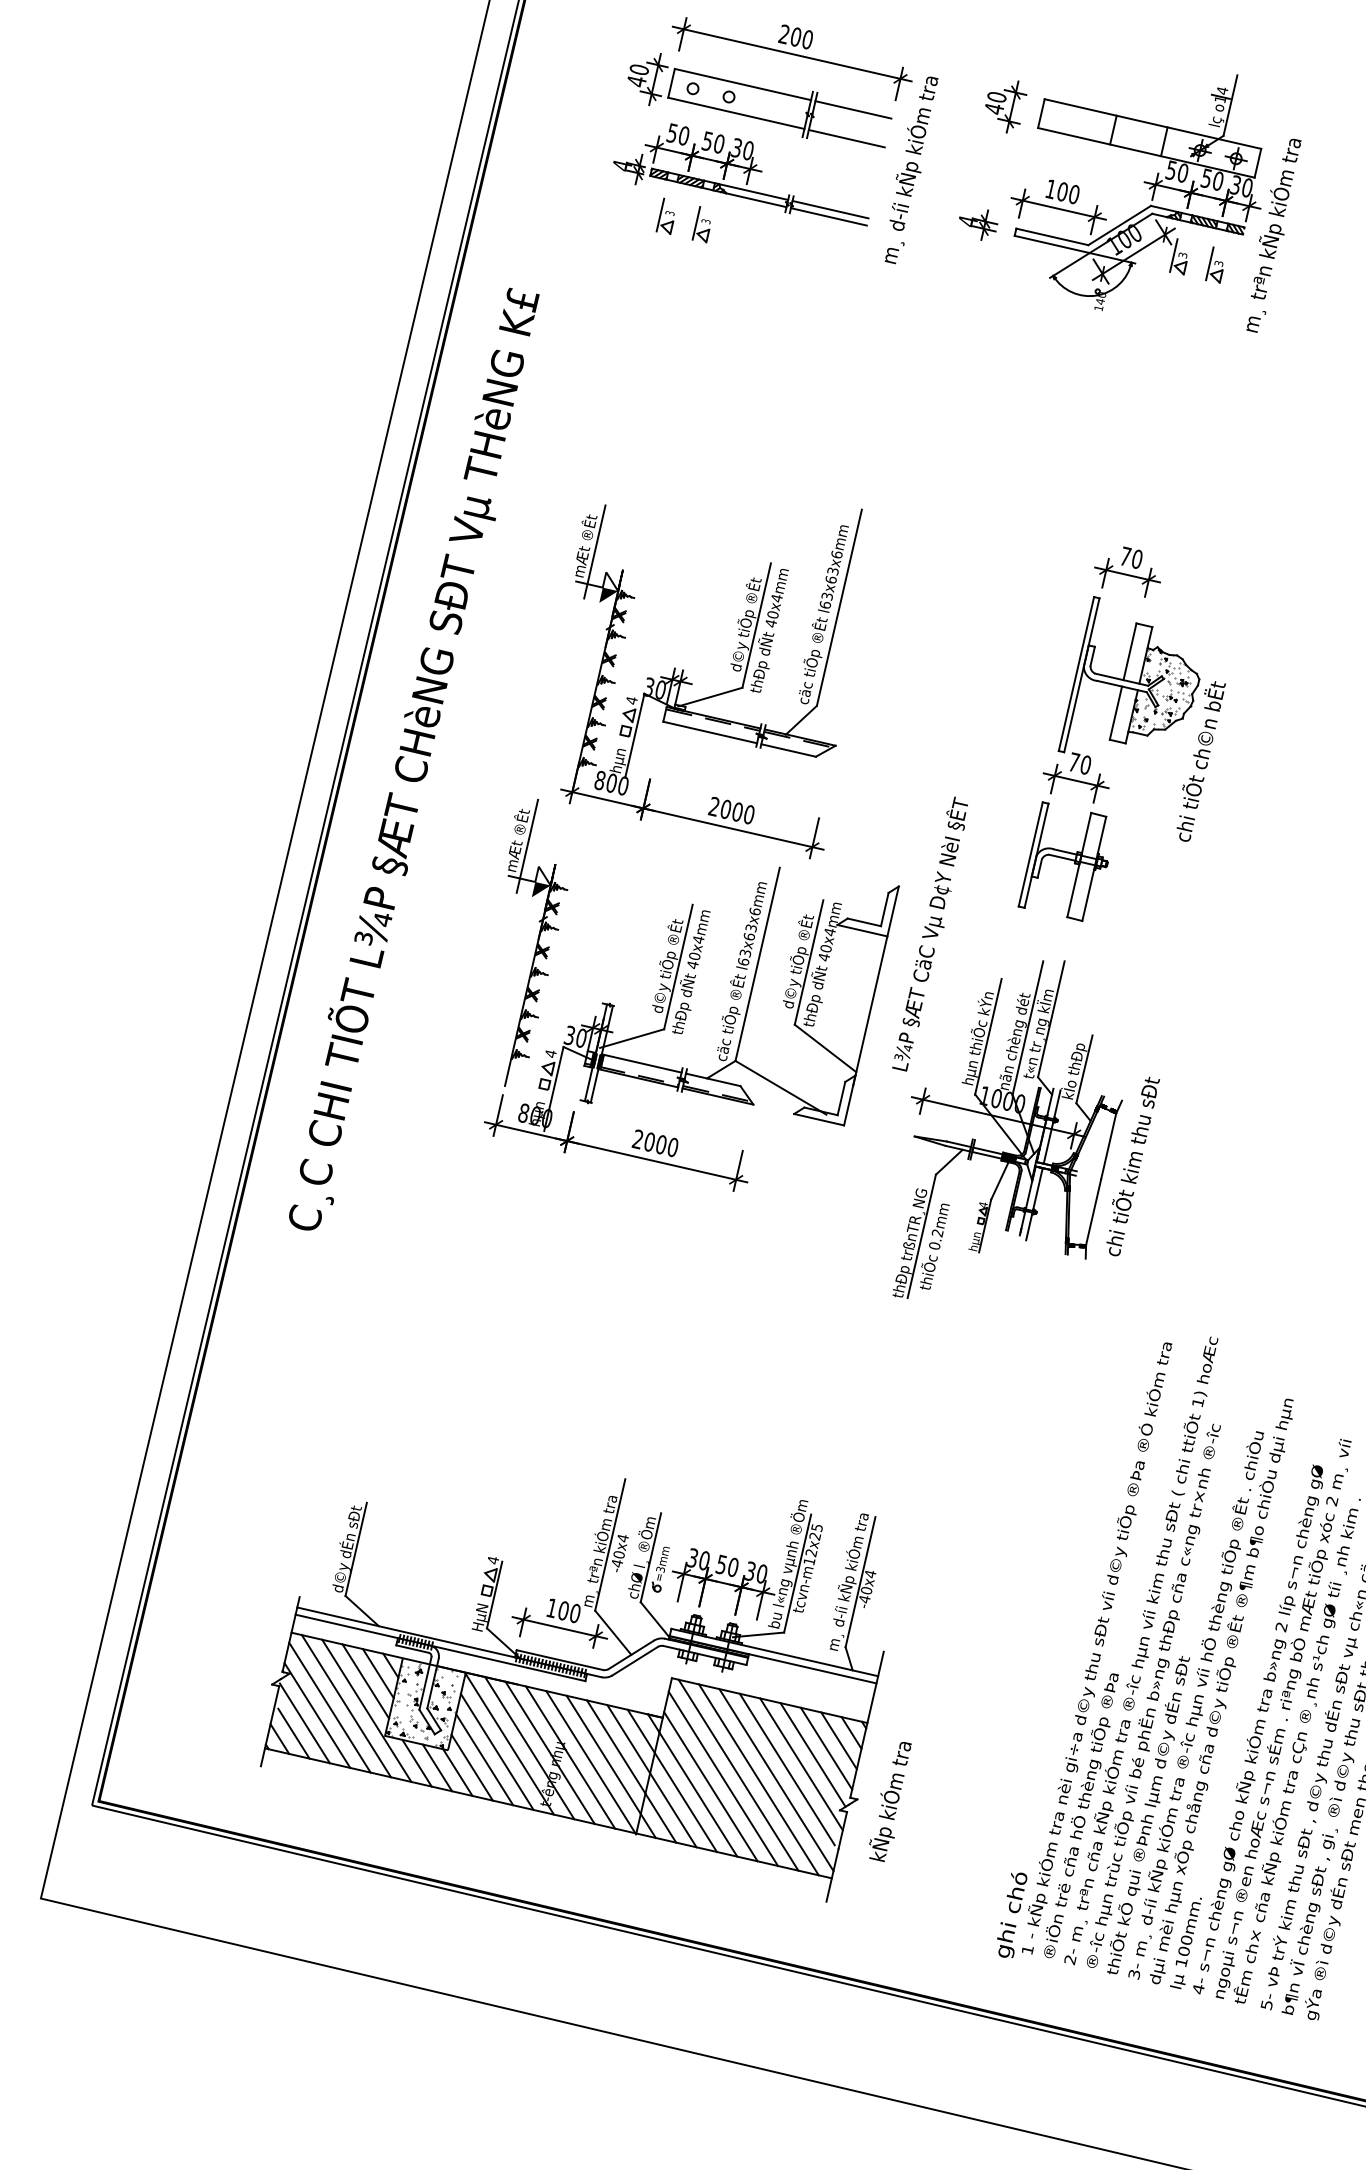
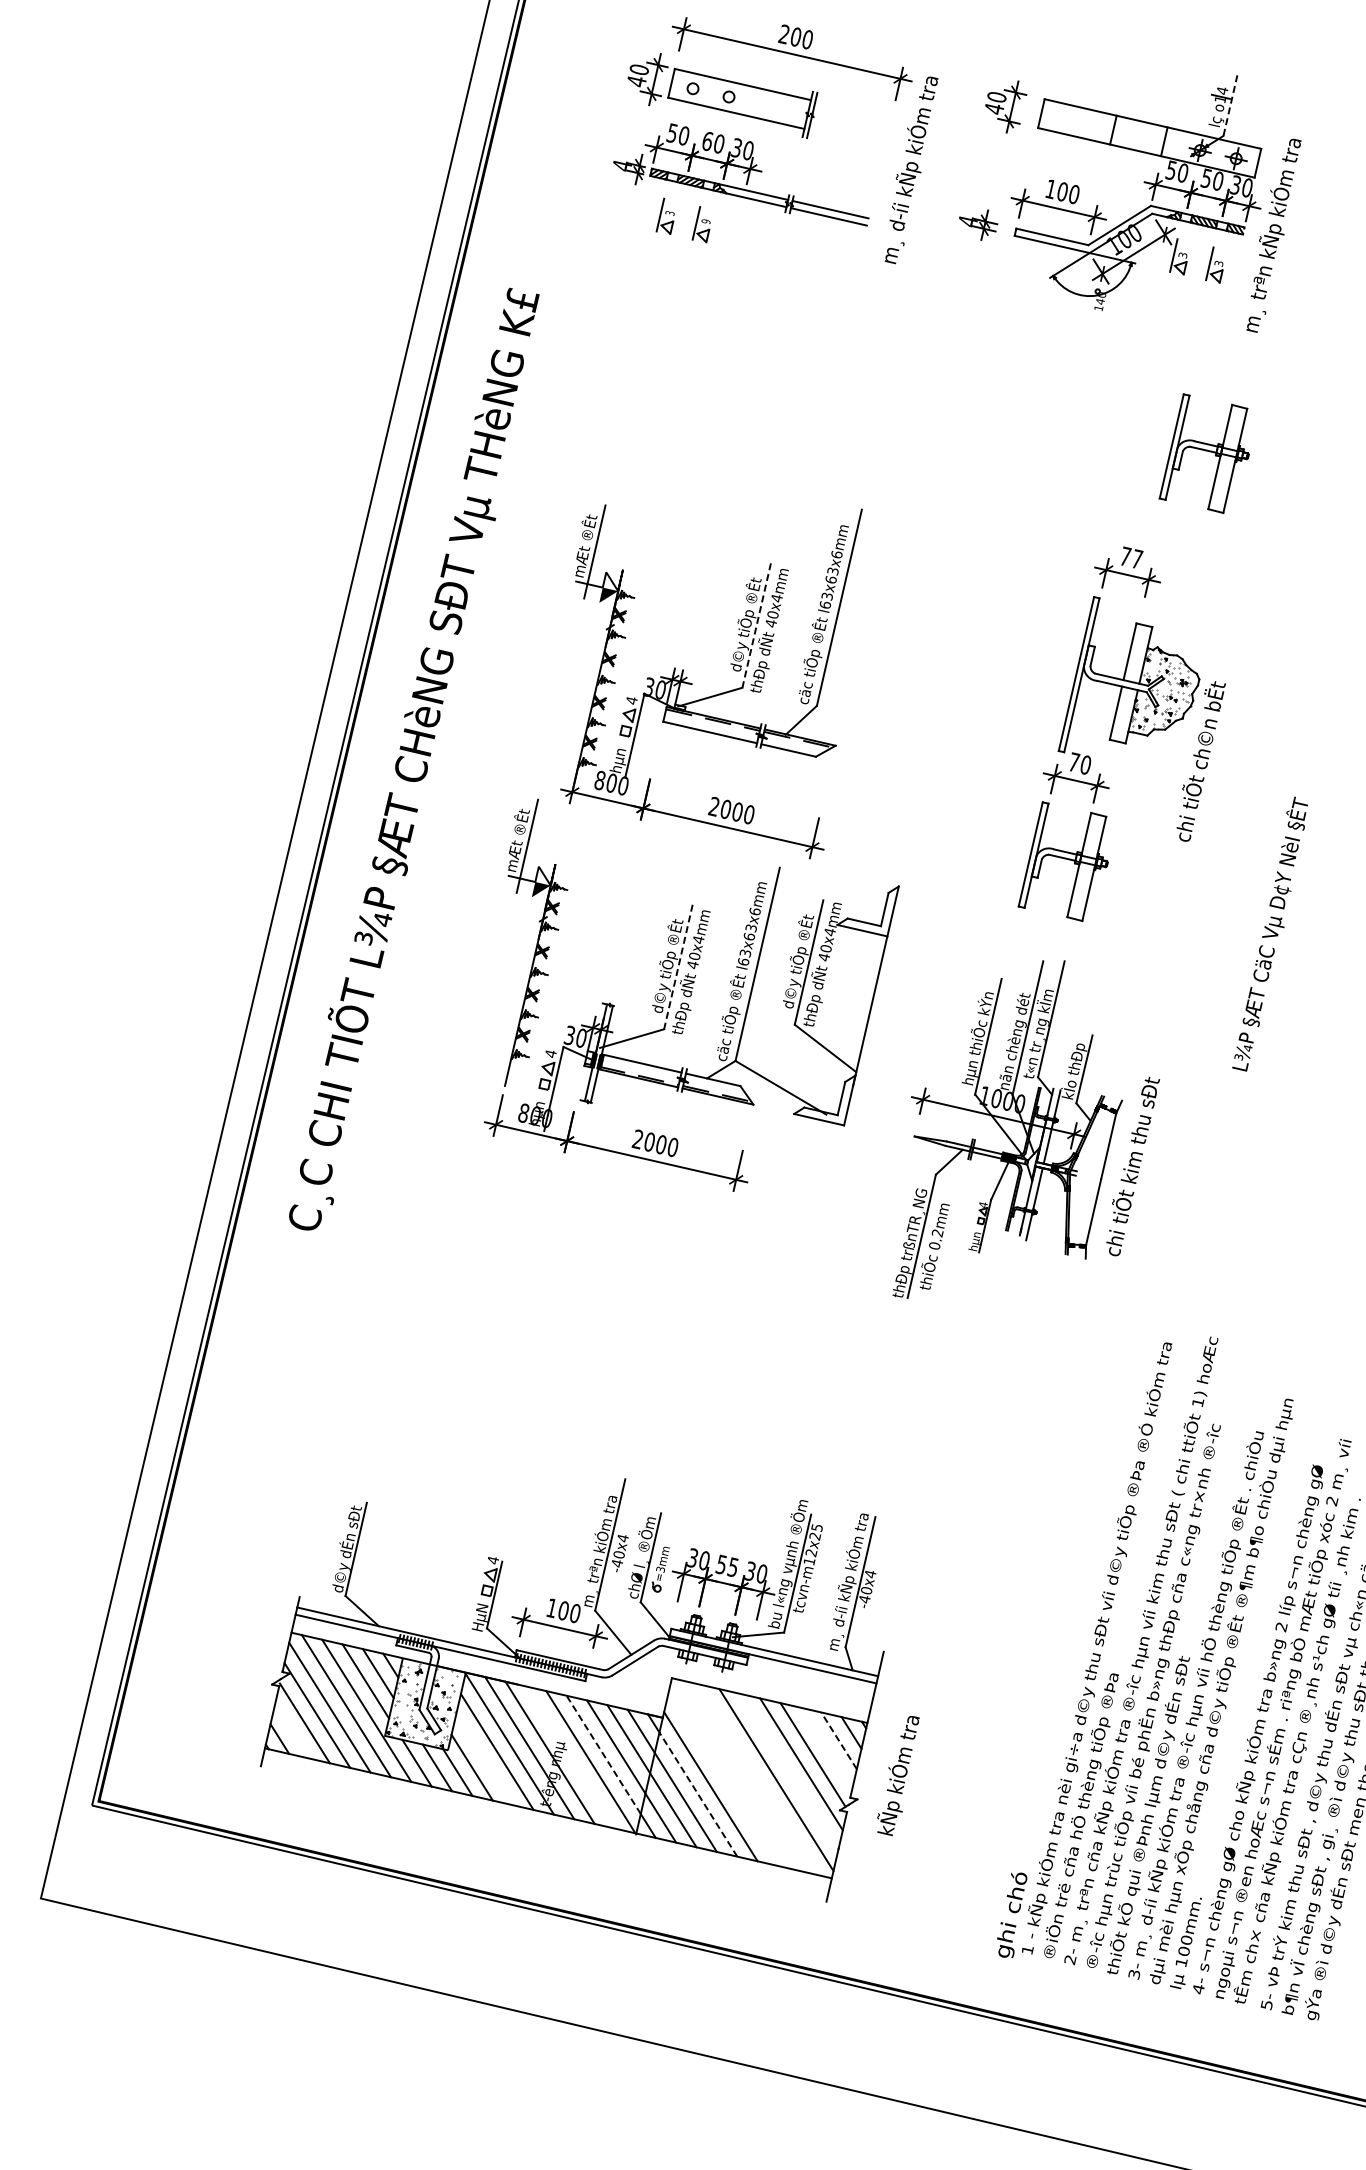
line at (1230, 106): solid -> dashed
line at (853, 109): present -> none
line at (846, 138): present -> none
text at (707, 141): 50 -> 60
text at (705, 221): 3 -> 9
part at (1203, 453): none -> present
text at (1137, 558): 70 -> 77
line at (756, 625): solid -> dashed
text at (929, 933) position: (929, 933) -> (1269, 933)
line at (678, 967): solid -> dashed
text at (732, 1567): 50 -> 55
line at (293, 1733): present -> none
line at (838, 1740): solid -> dashed
line at (826, 1748): present -> none
line at (603, 1754): solid -> dashed
line at (570, 1757): present -> none
line at (484, 1759): present -> none
line at (786, 1769): present -> none
line at (738, 1774): present -> none
line at (723, 1778): present -> none
line at (758, 1779): present -> none
line at (698, 1794): solid -> dashed
text at (890, 1802) position: (890, 1802) -> (898, 1776)
